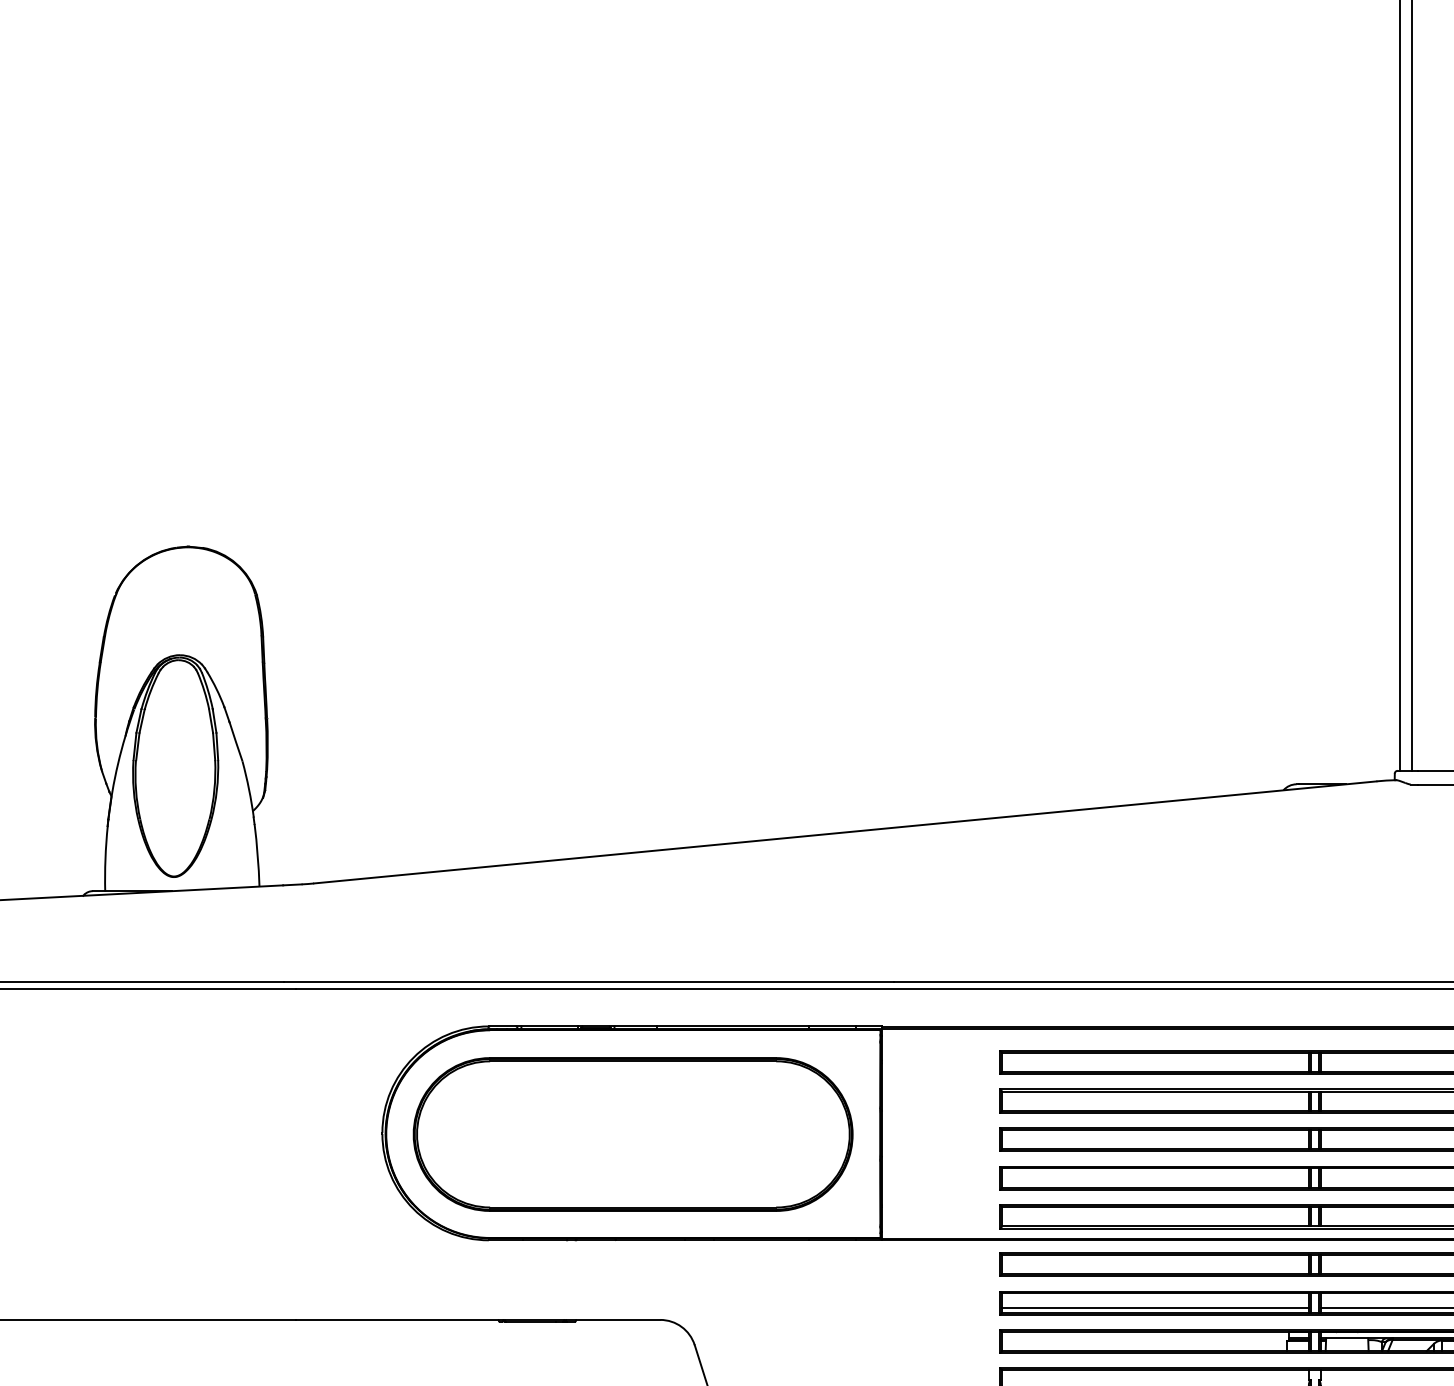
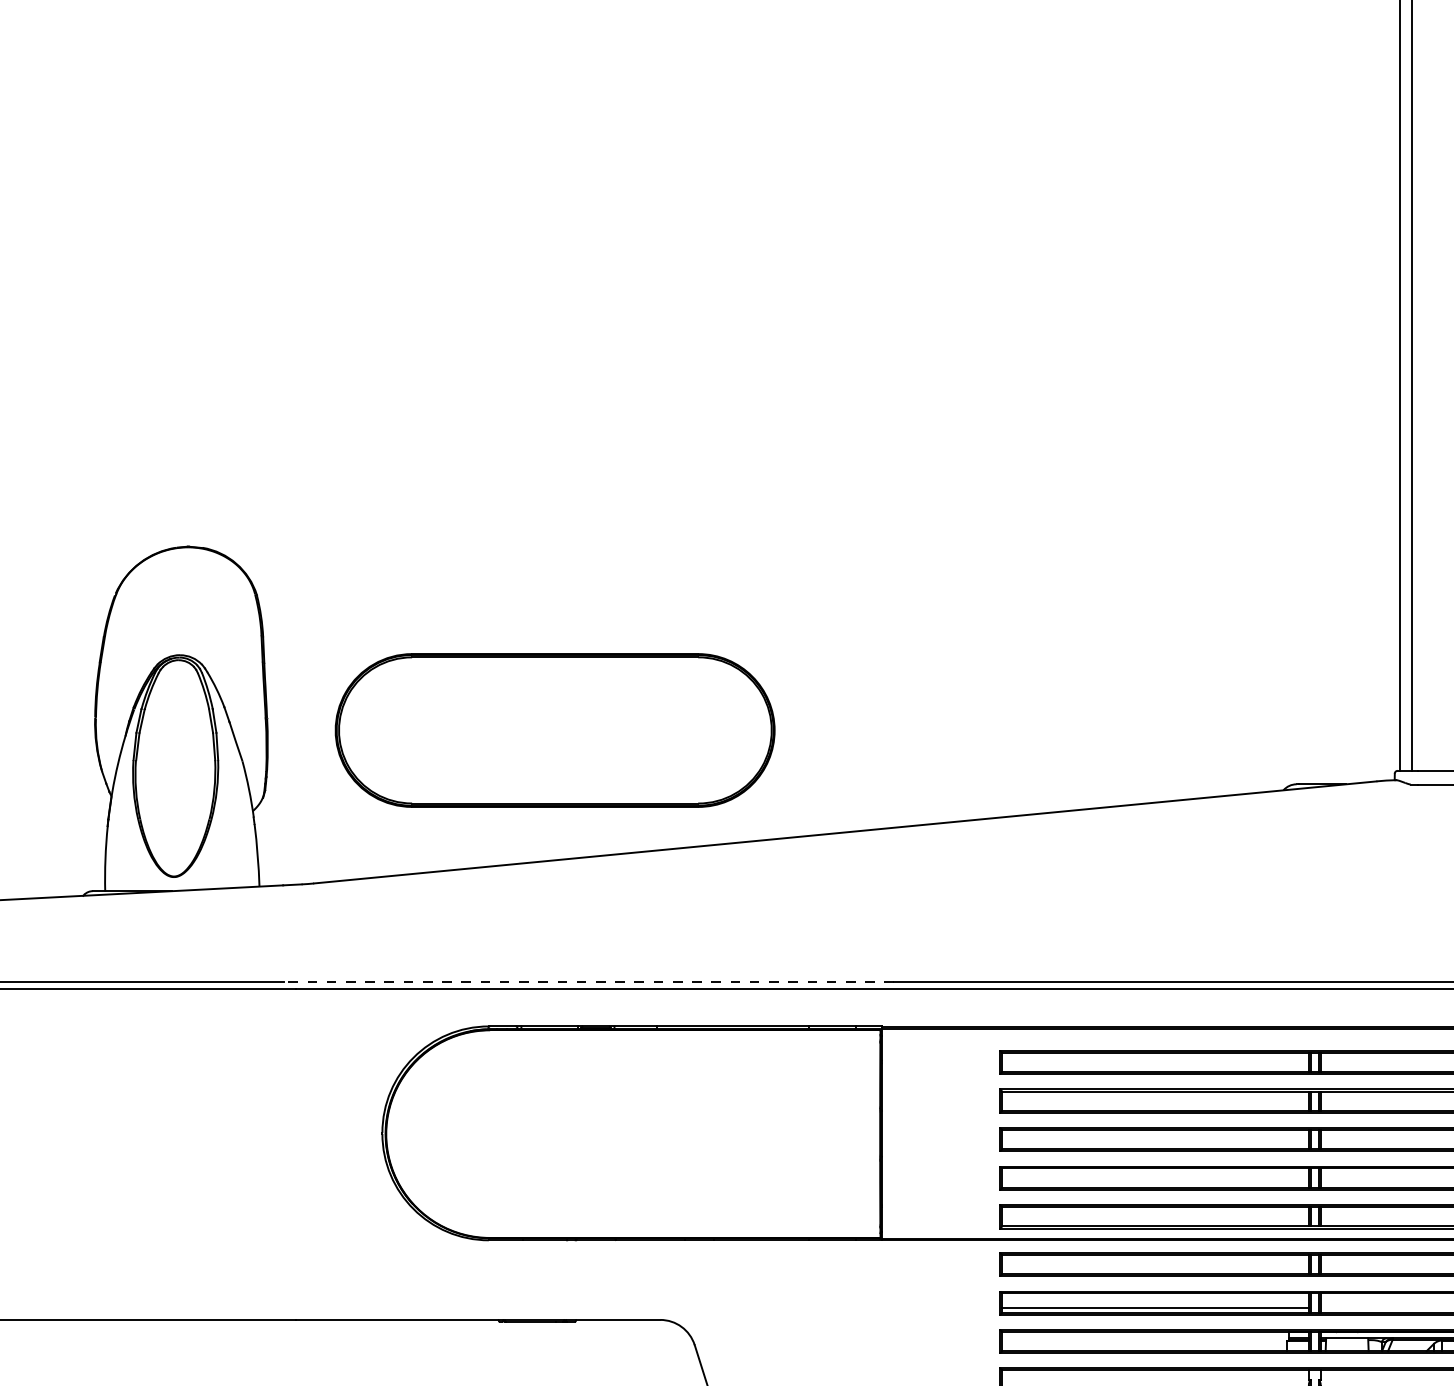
line at (589, 981): solid -> dashed
part at (632, 1134) position: (632, 1134) -> (554, 730)
line at (1385, 1308): present -> none
